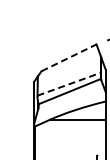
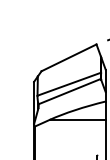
line at (69, 57): dashed -> solid
line at (69, 84): dashed -> solid
